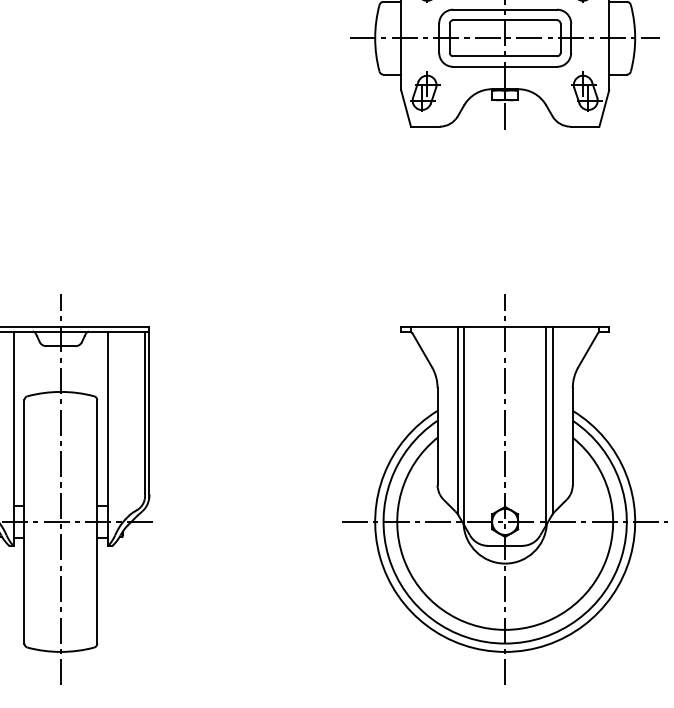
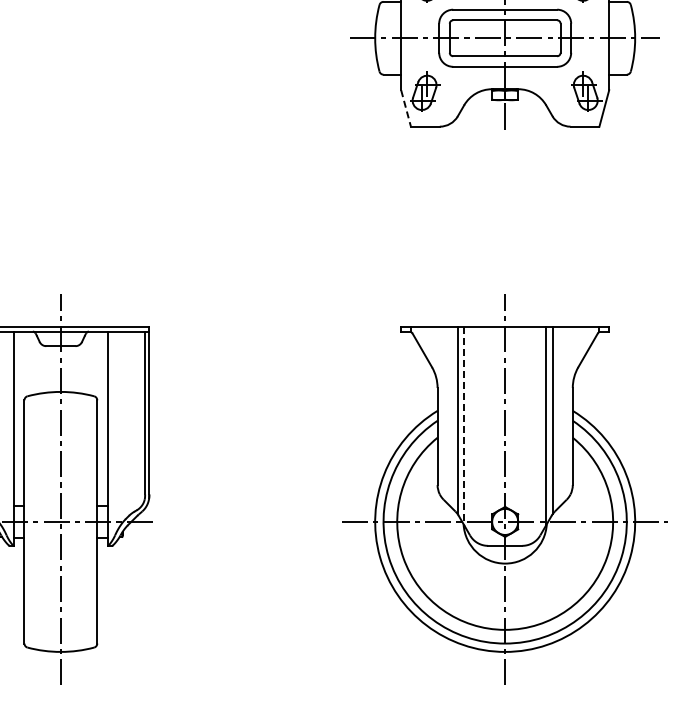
line at (406, 108): solid -> dashed
line at (464, 426): solid -> dashed
